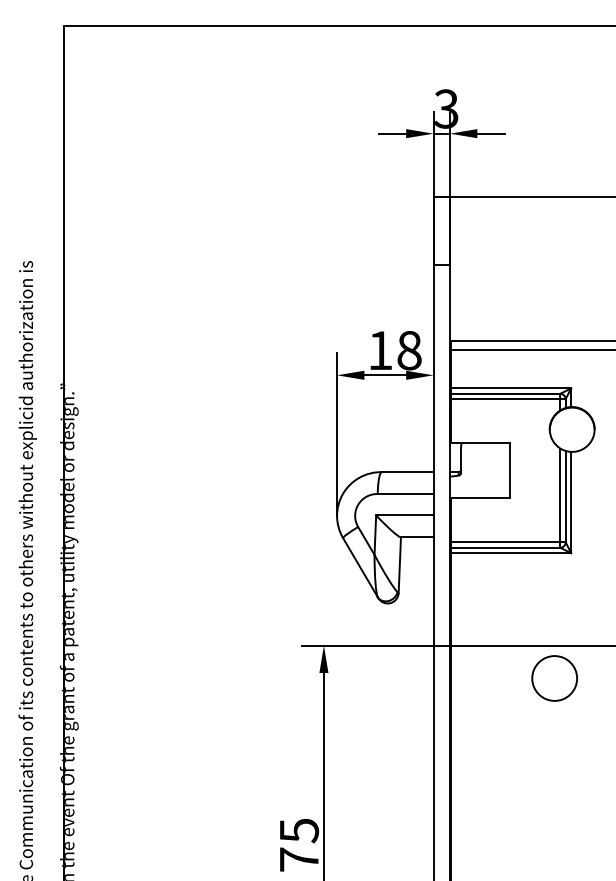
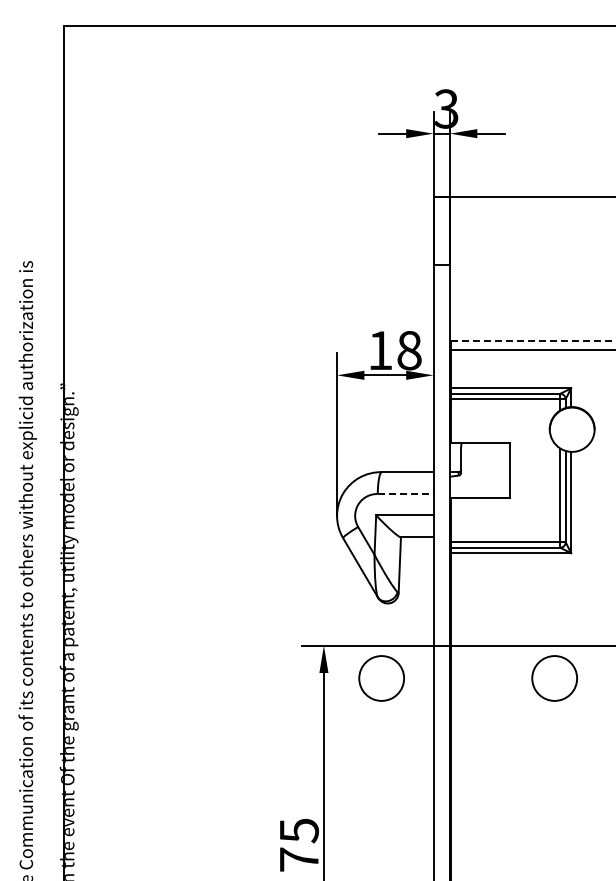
line at (533, 340): solid -> dashed
line at (405, 494): solid -> dashed
circle at (381, 678): none -> present
